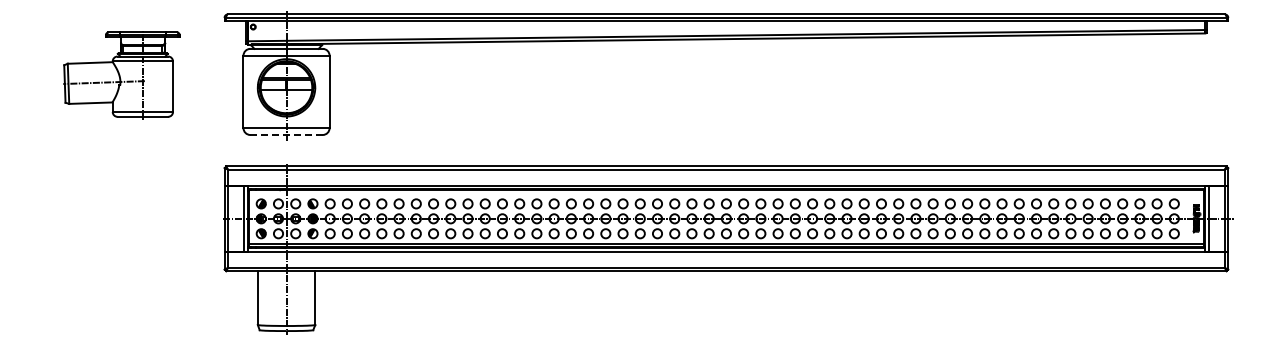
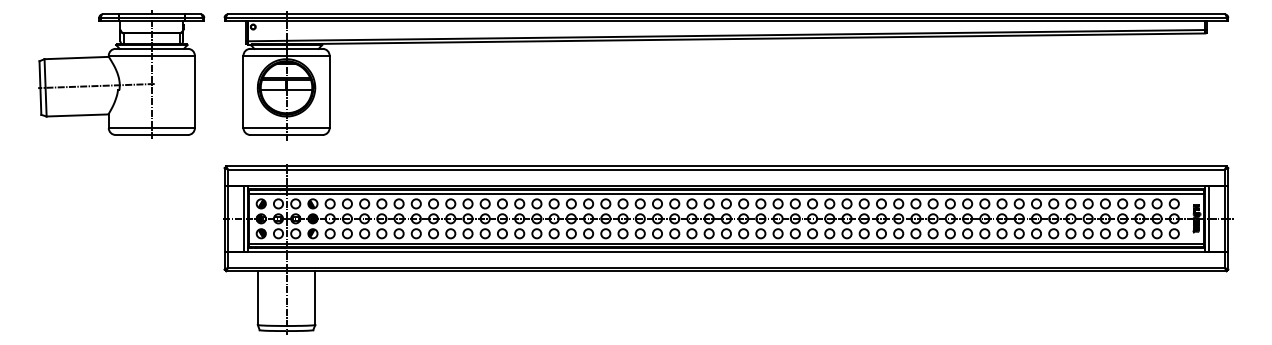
part at (121, 75) size: 118x89 px -> 168x129 px
line at (287, 135): dashed -> solid
line at (726, 193): none -> present
